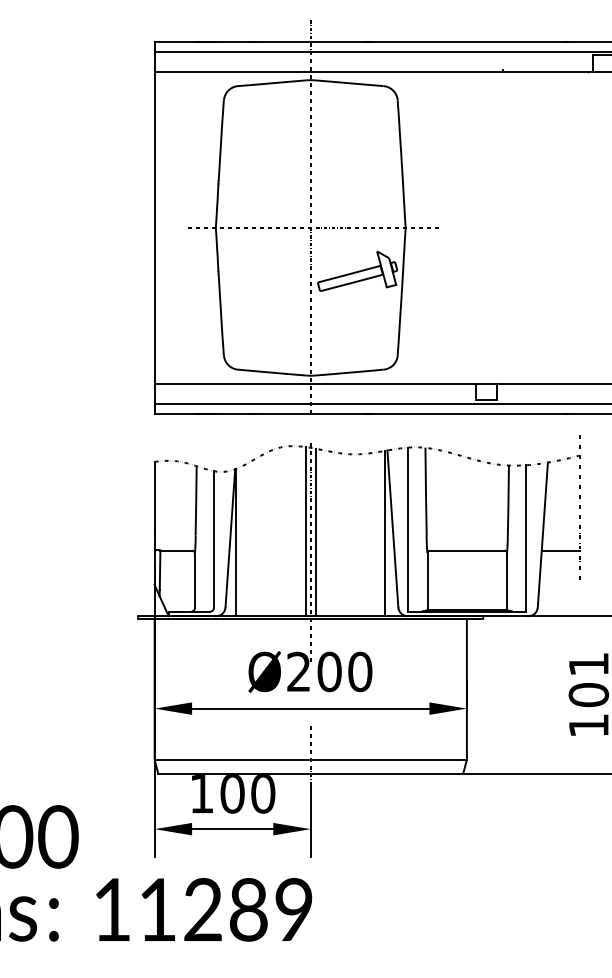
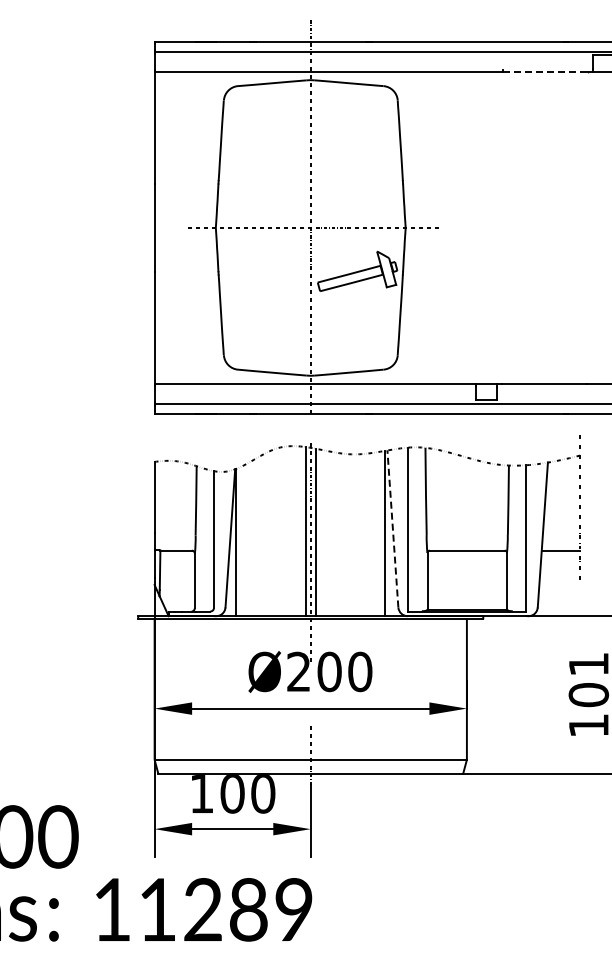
line at (545, 71): solid -> dashed
line at (392, 528): solid -> dashed
